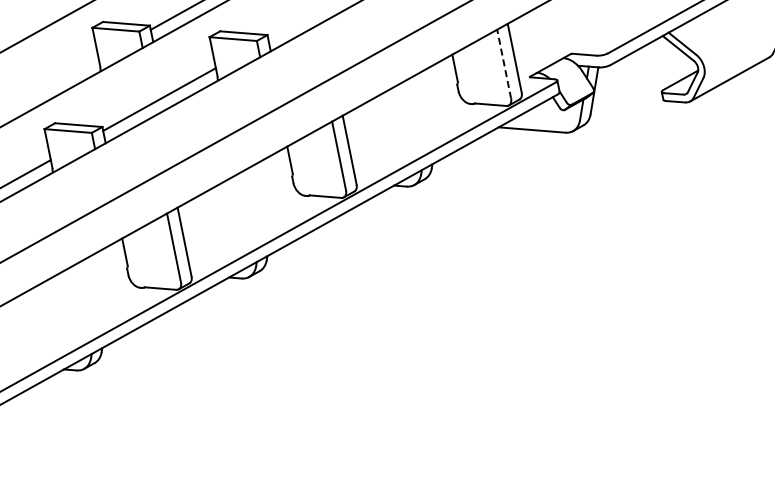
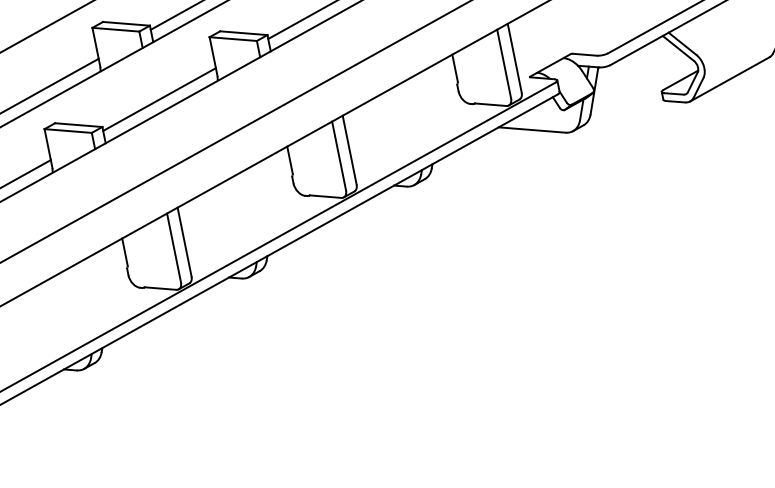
line at (301, 20): none -> present
line at (504, 63): dashed -> solid
line at (50, 85): none -> present
